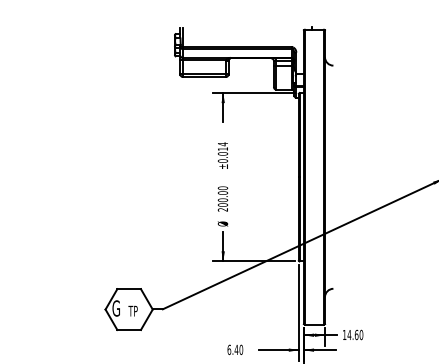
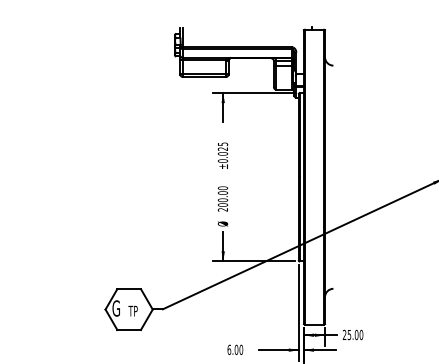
text at (222, 146): ±0.014 -> ±0.025
text at (350, 334): 14.60 -> 25.00
text at (236, 349): 6.40 -> 6.00
